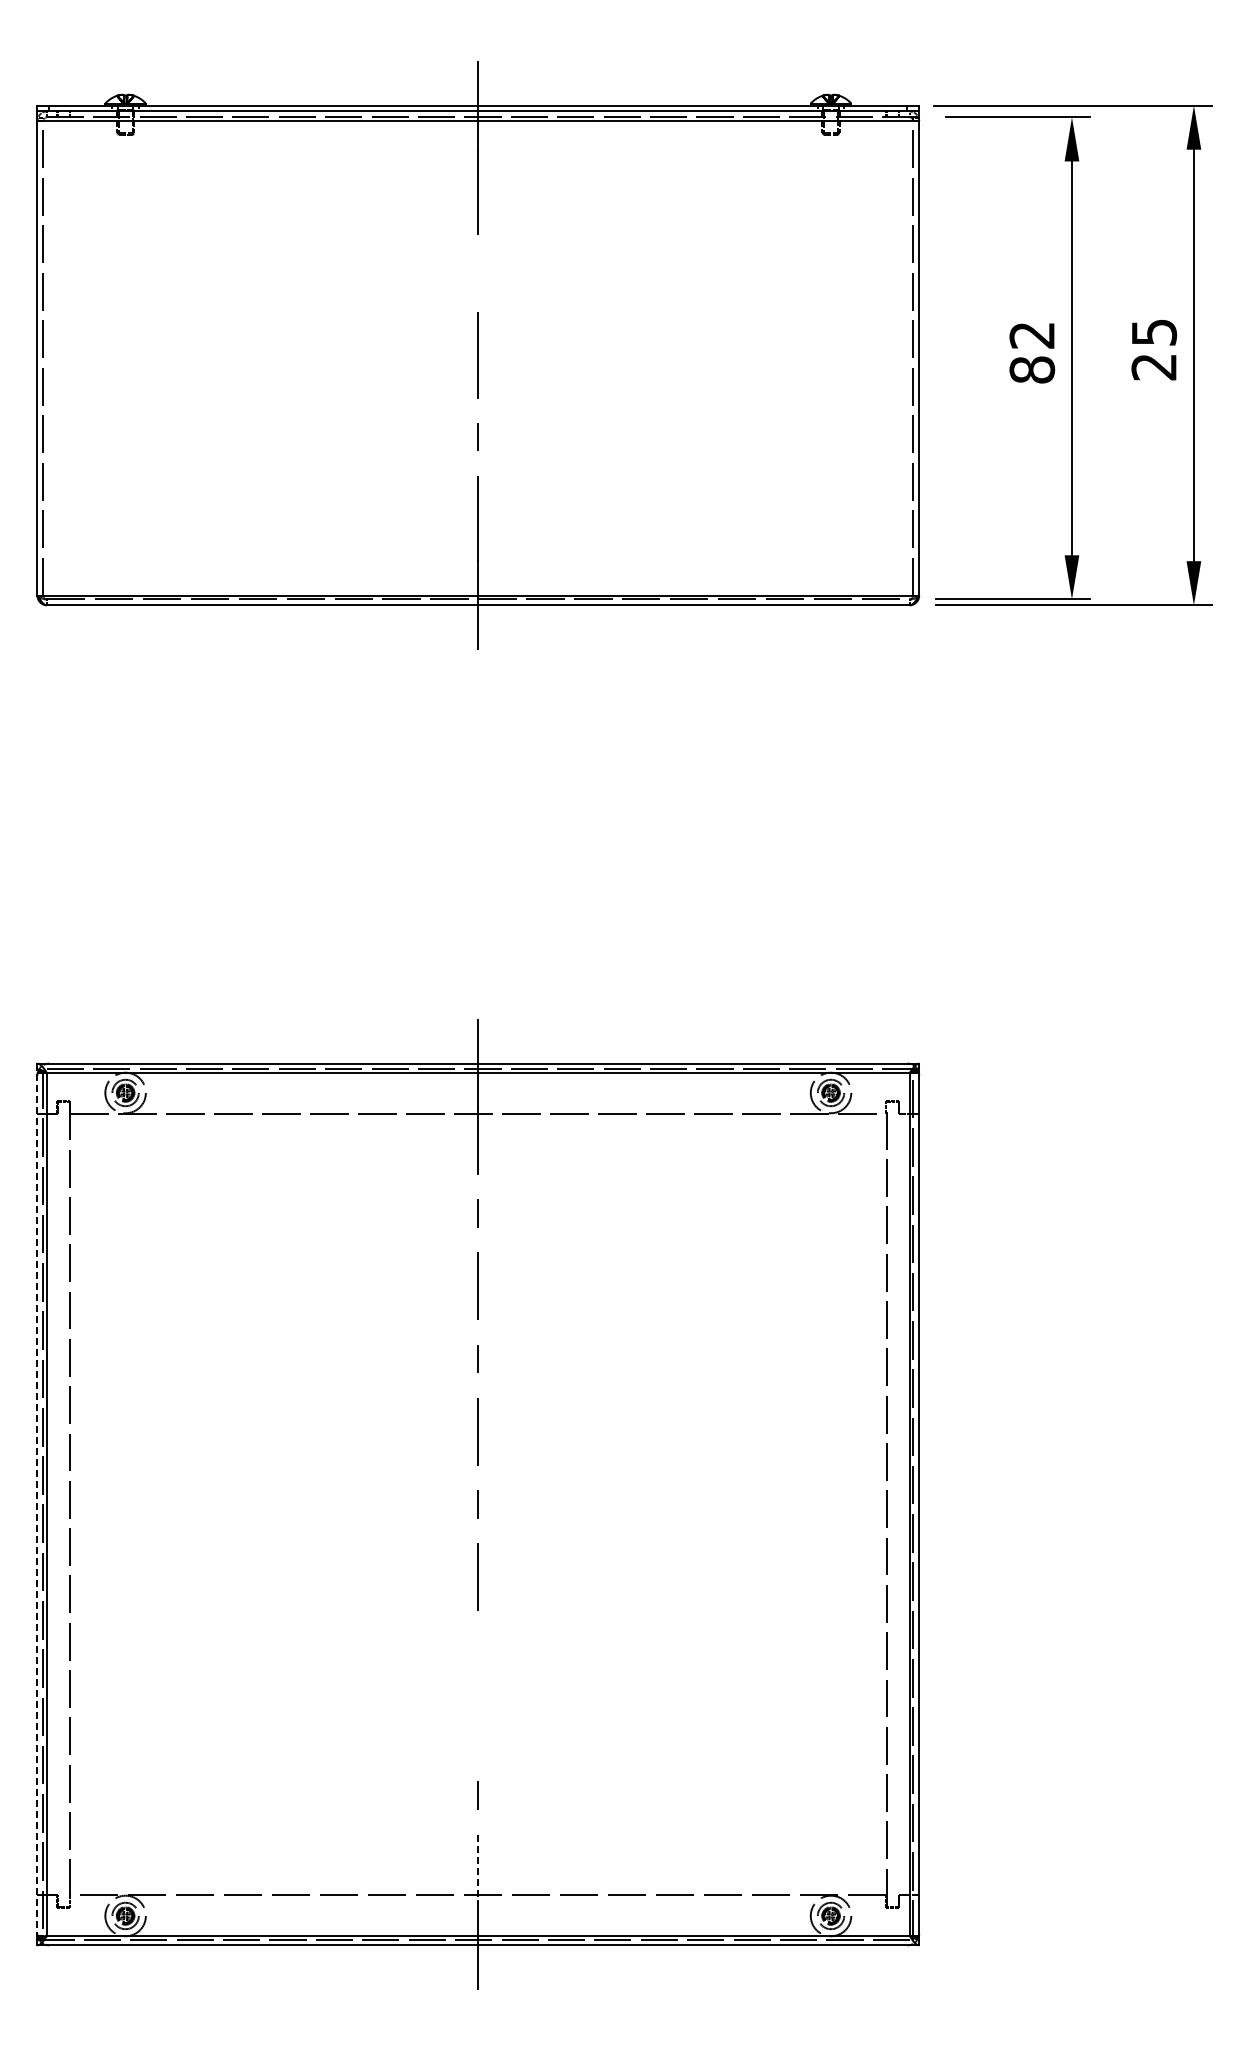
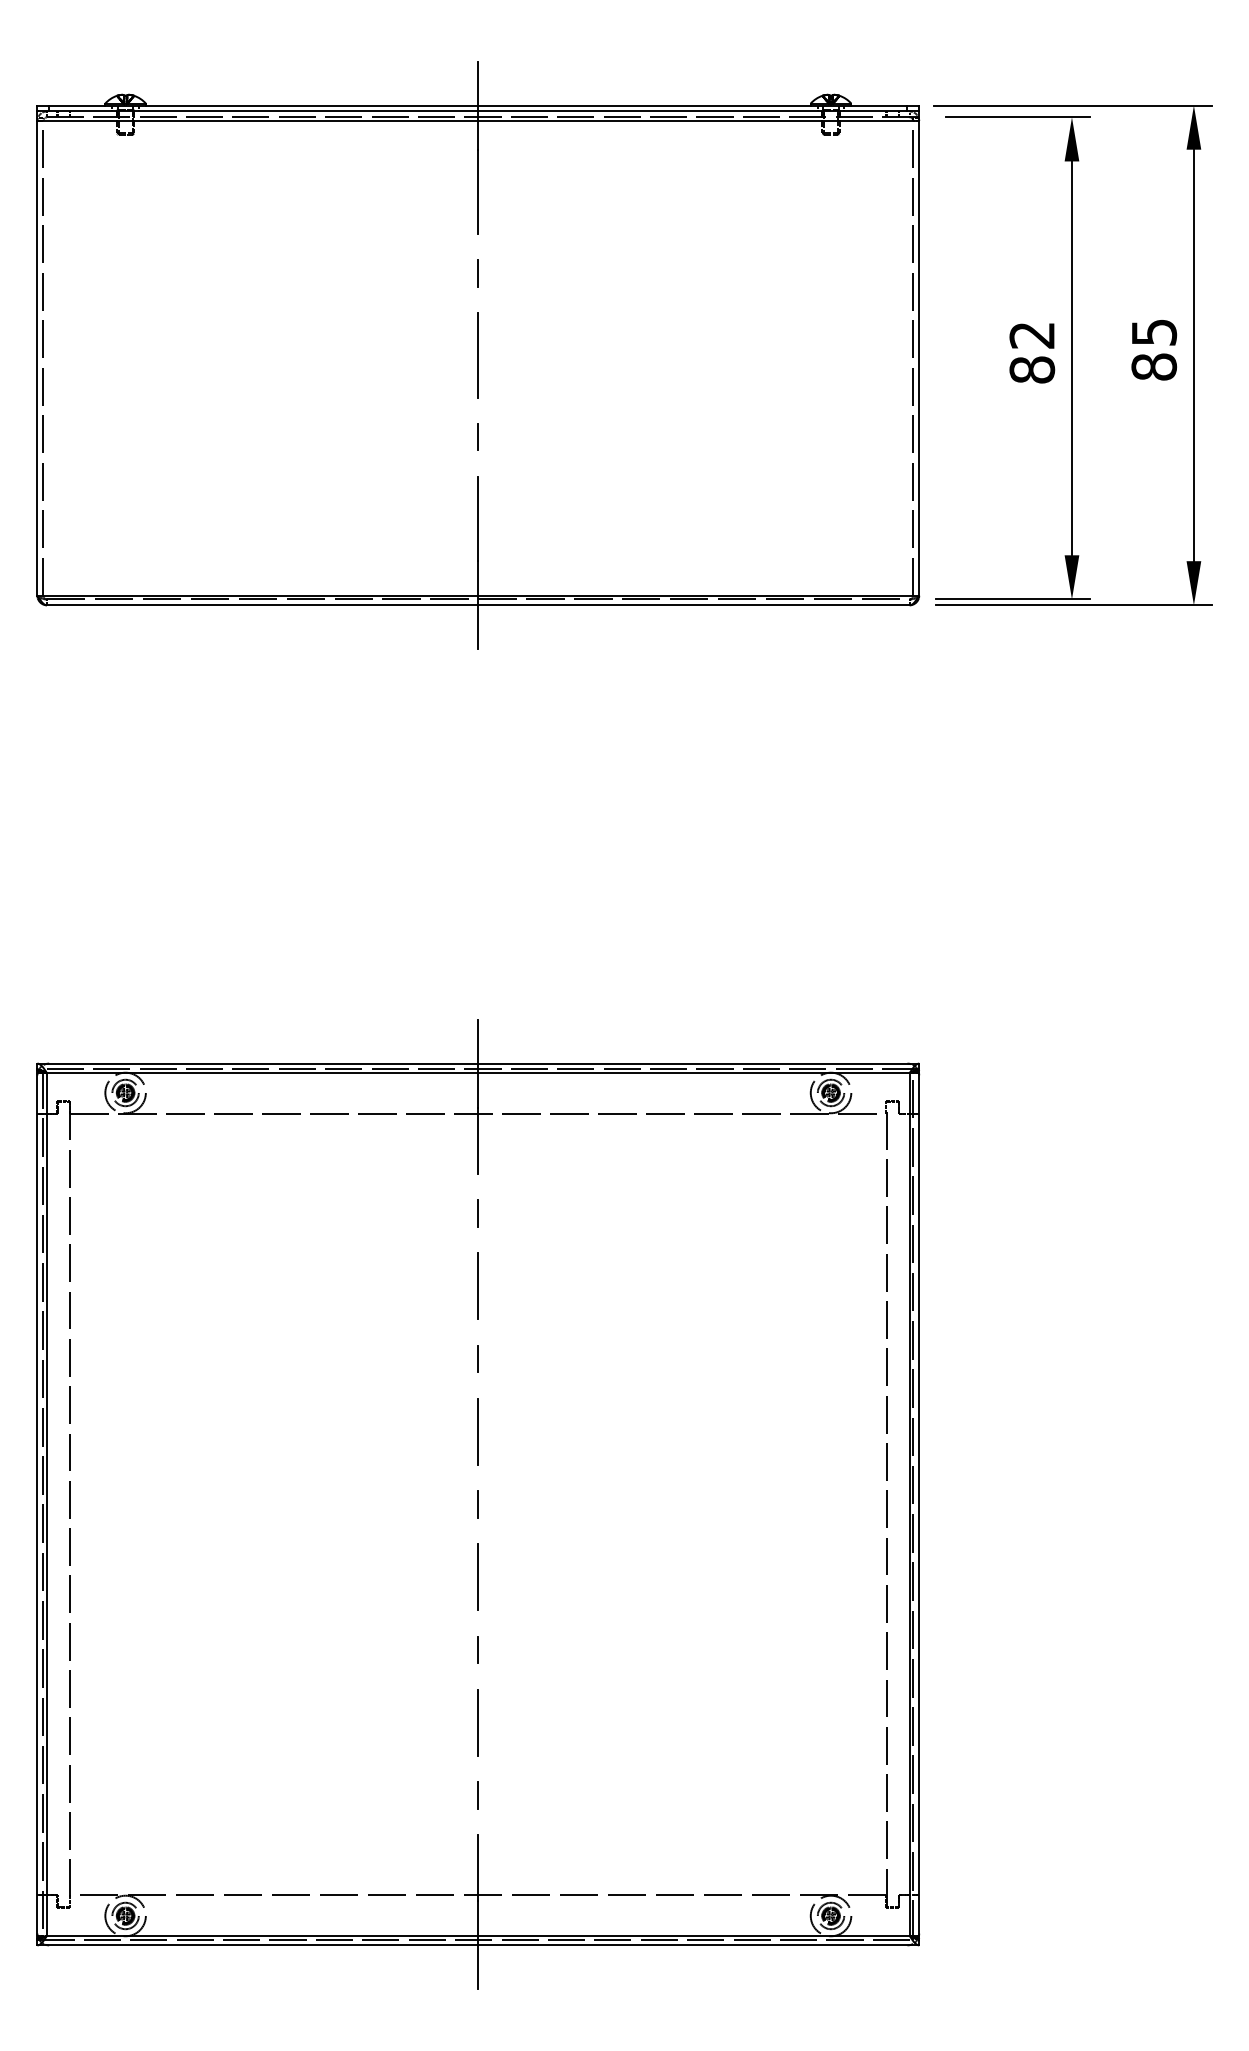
line at (477, 273): none -> present
text at (1154, 366): 25 -> 85
line at (37, 1503): dashed -> solid
line at (478, 1649): none -> present
line at (478, 1722): none -> present
line at (478, 1868): dashed -> solid
